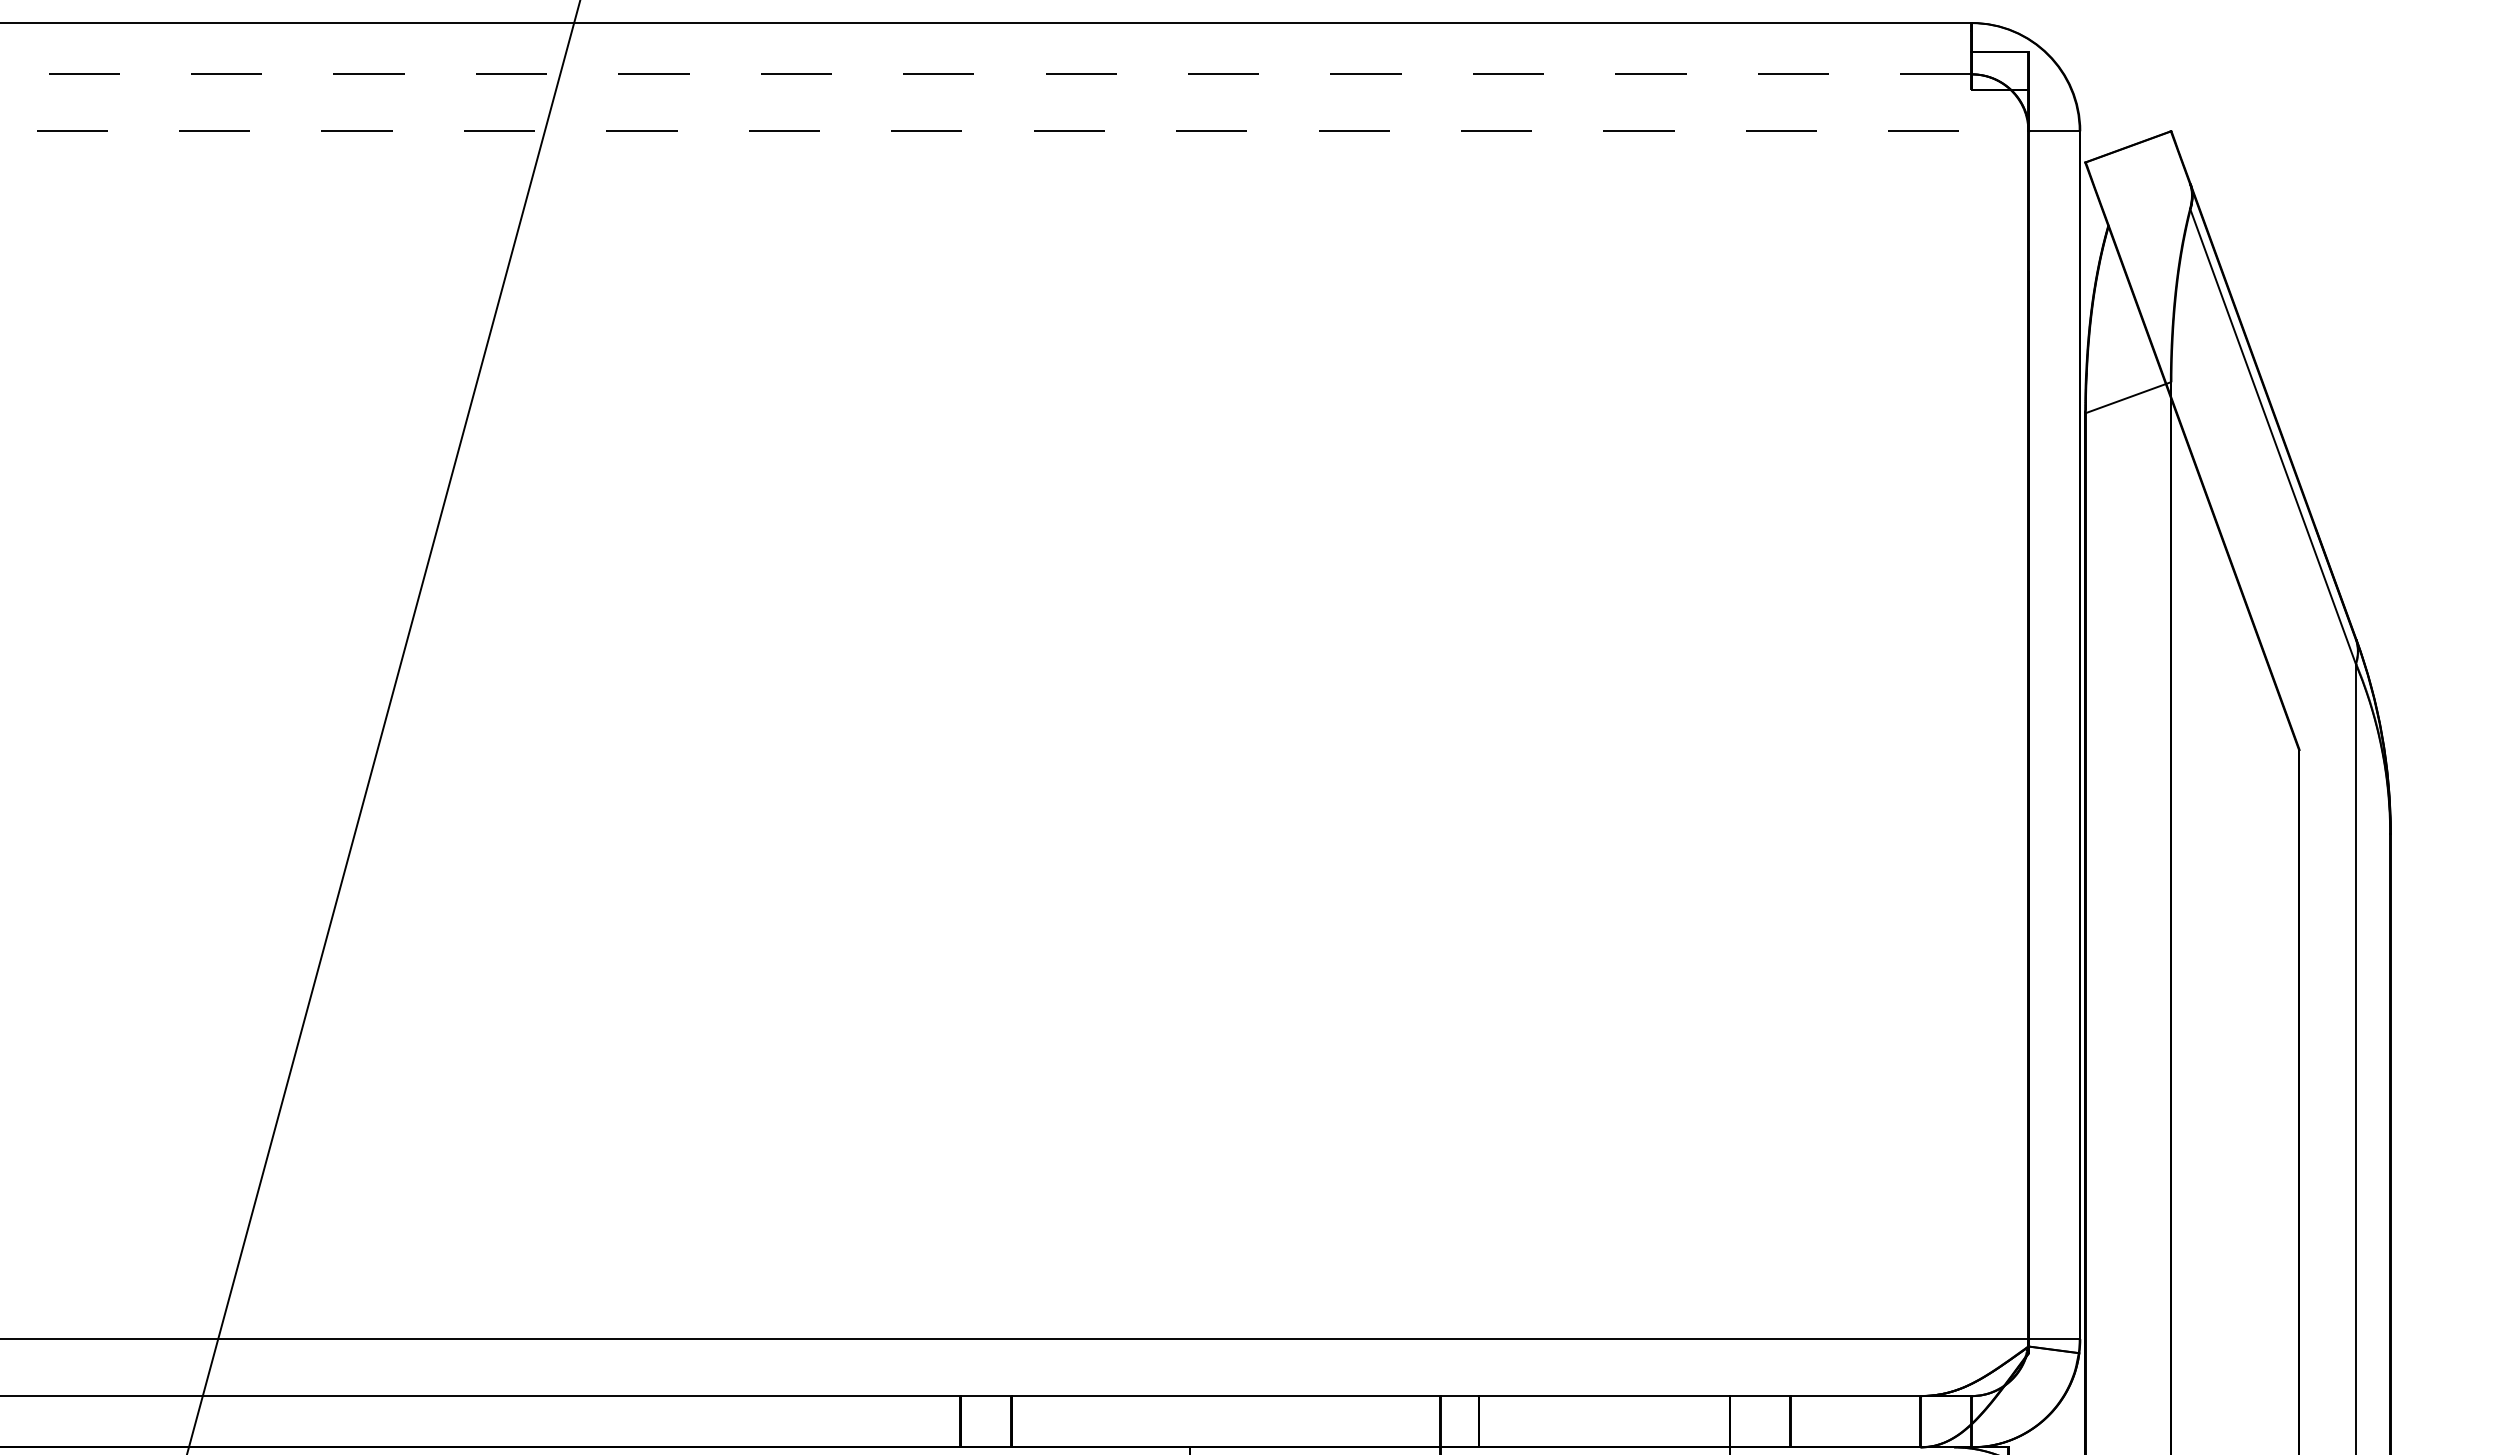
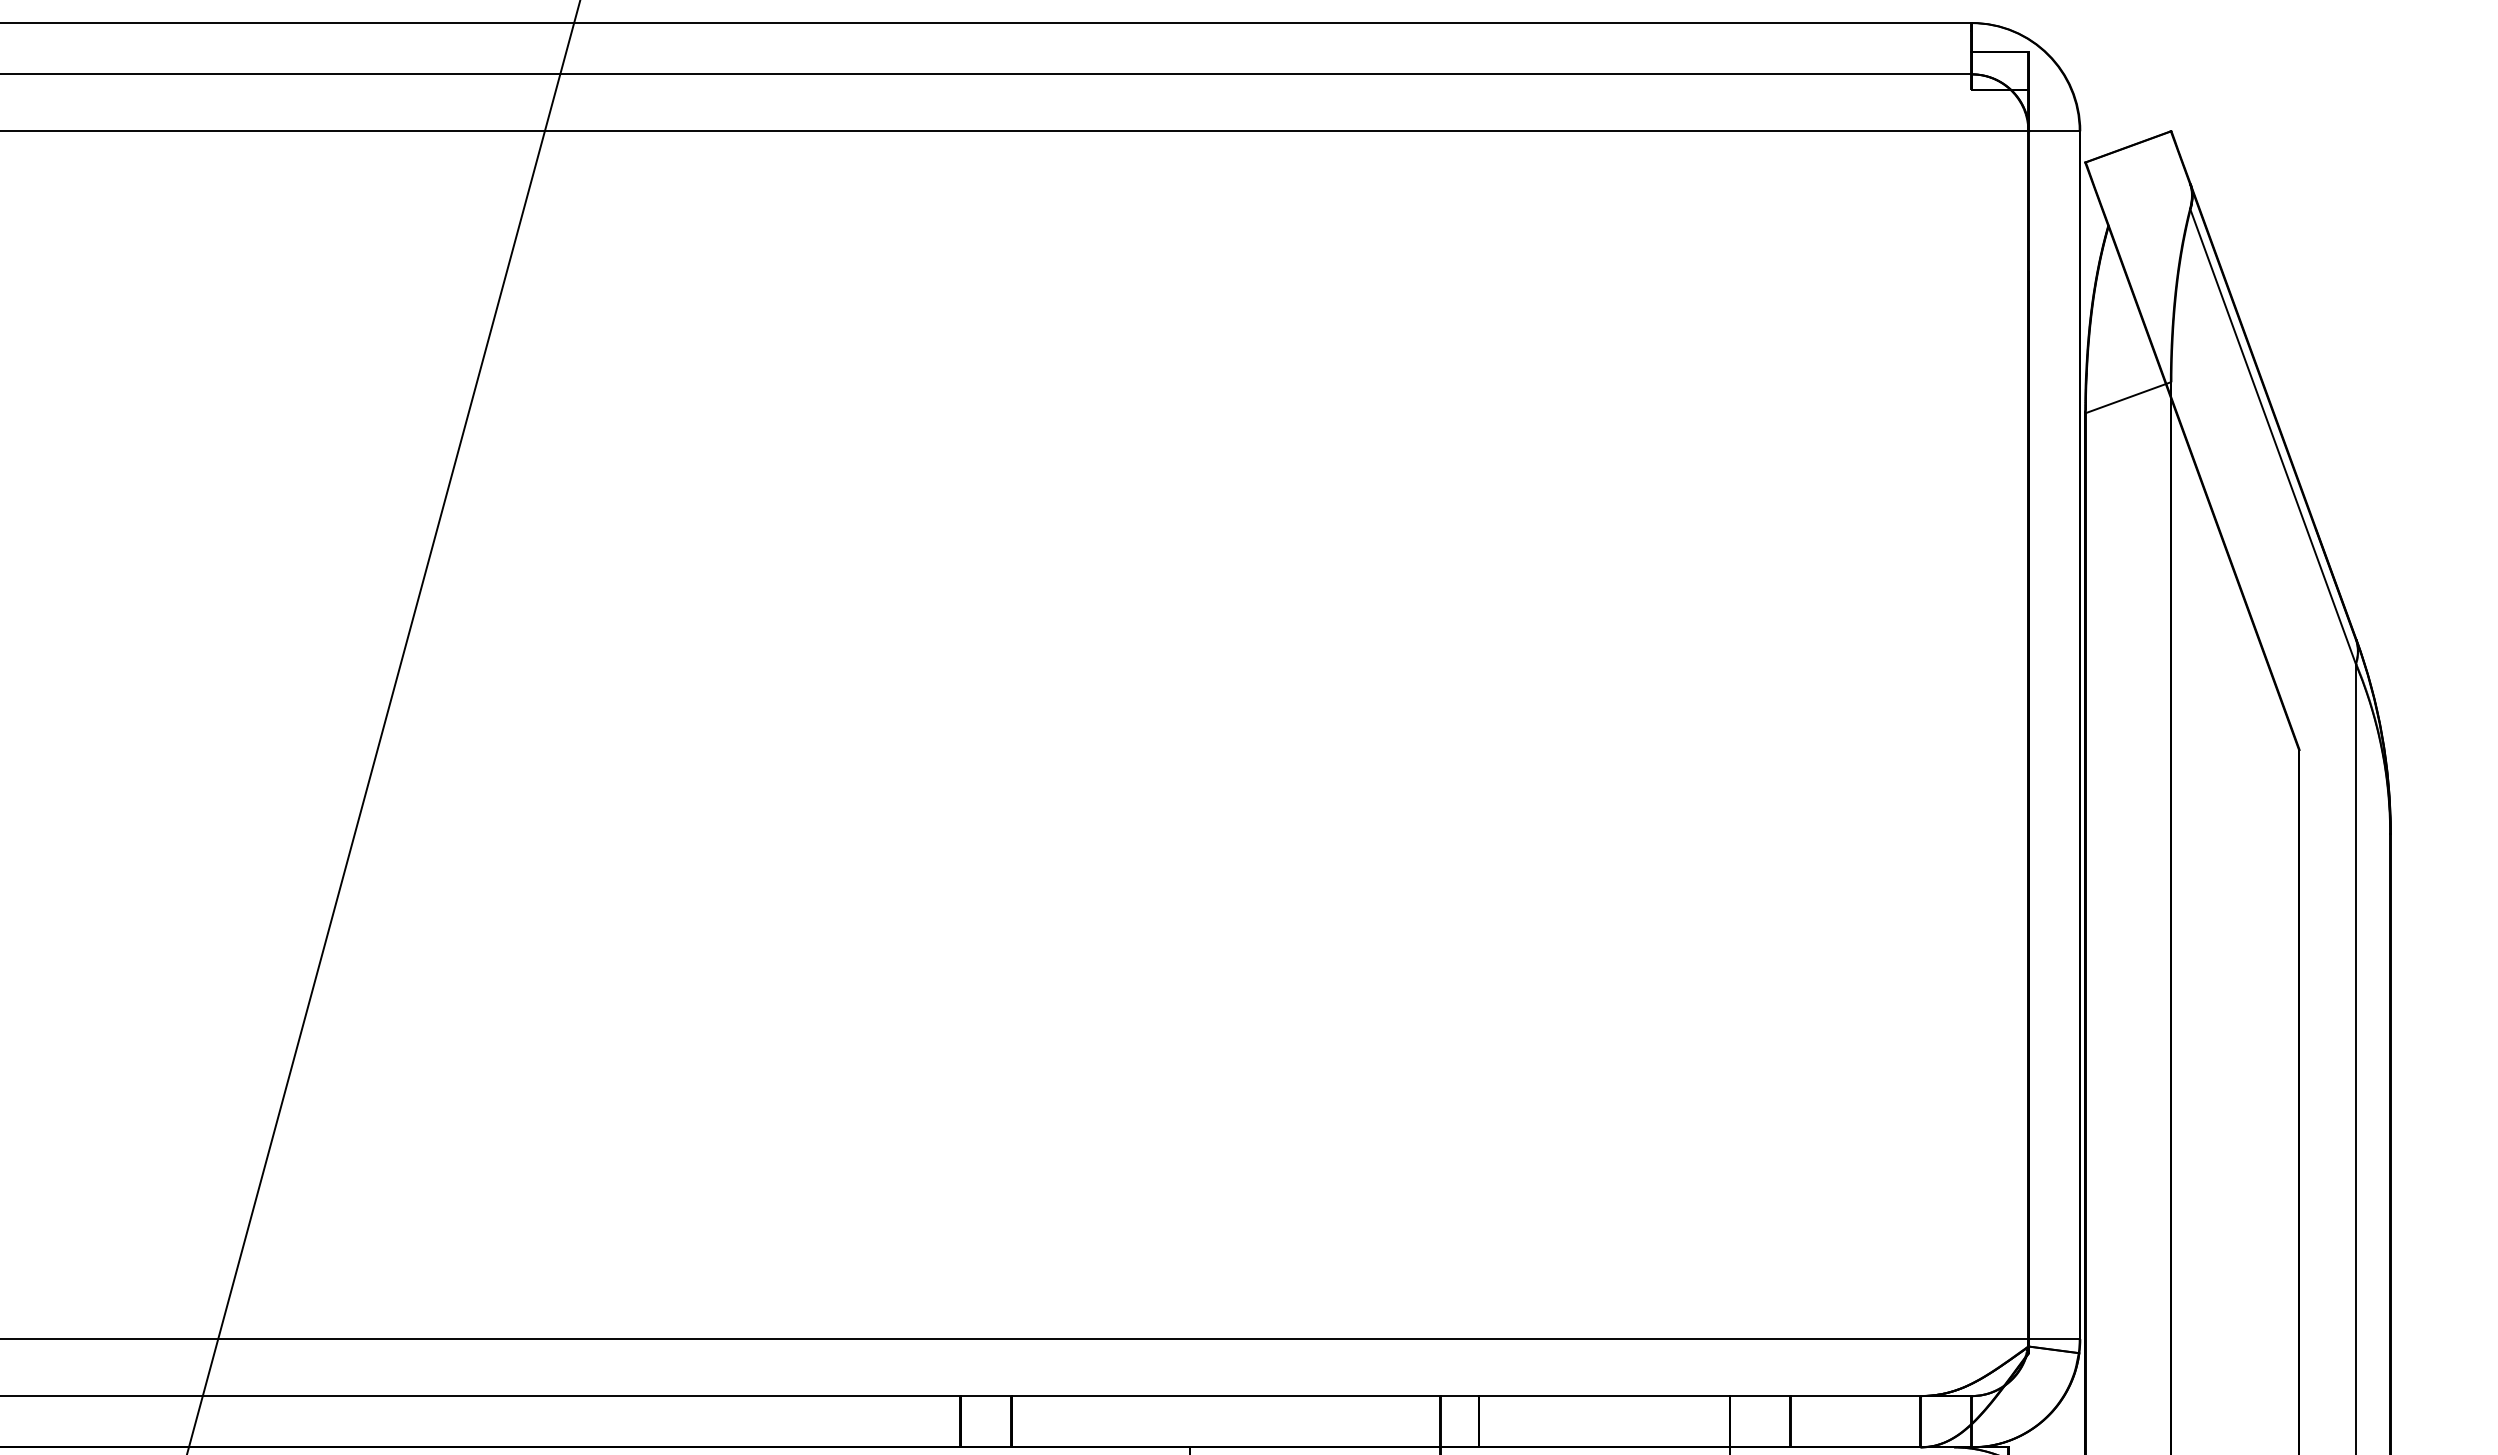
line at (985, 74): dashed -> solid
line at (1015, 131): dashed -> solid
